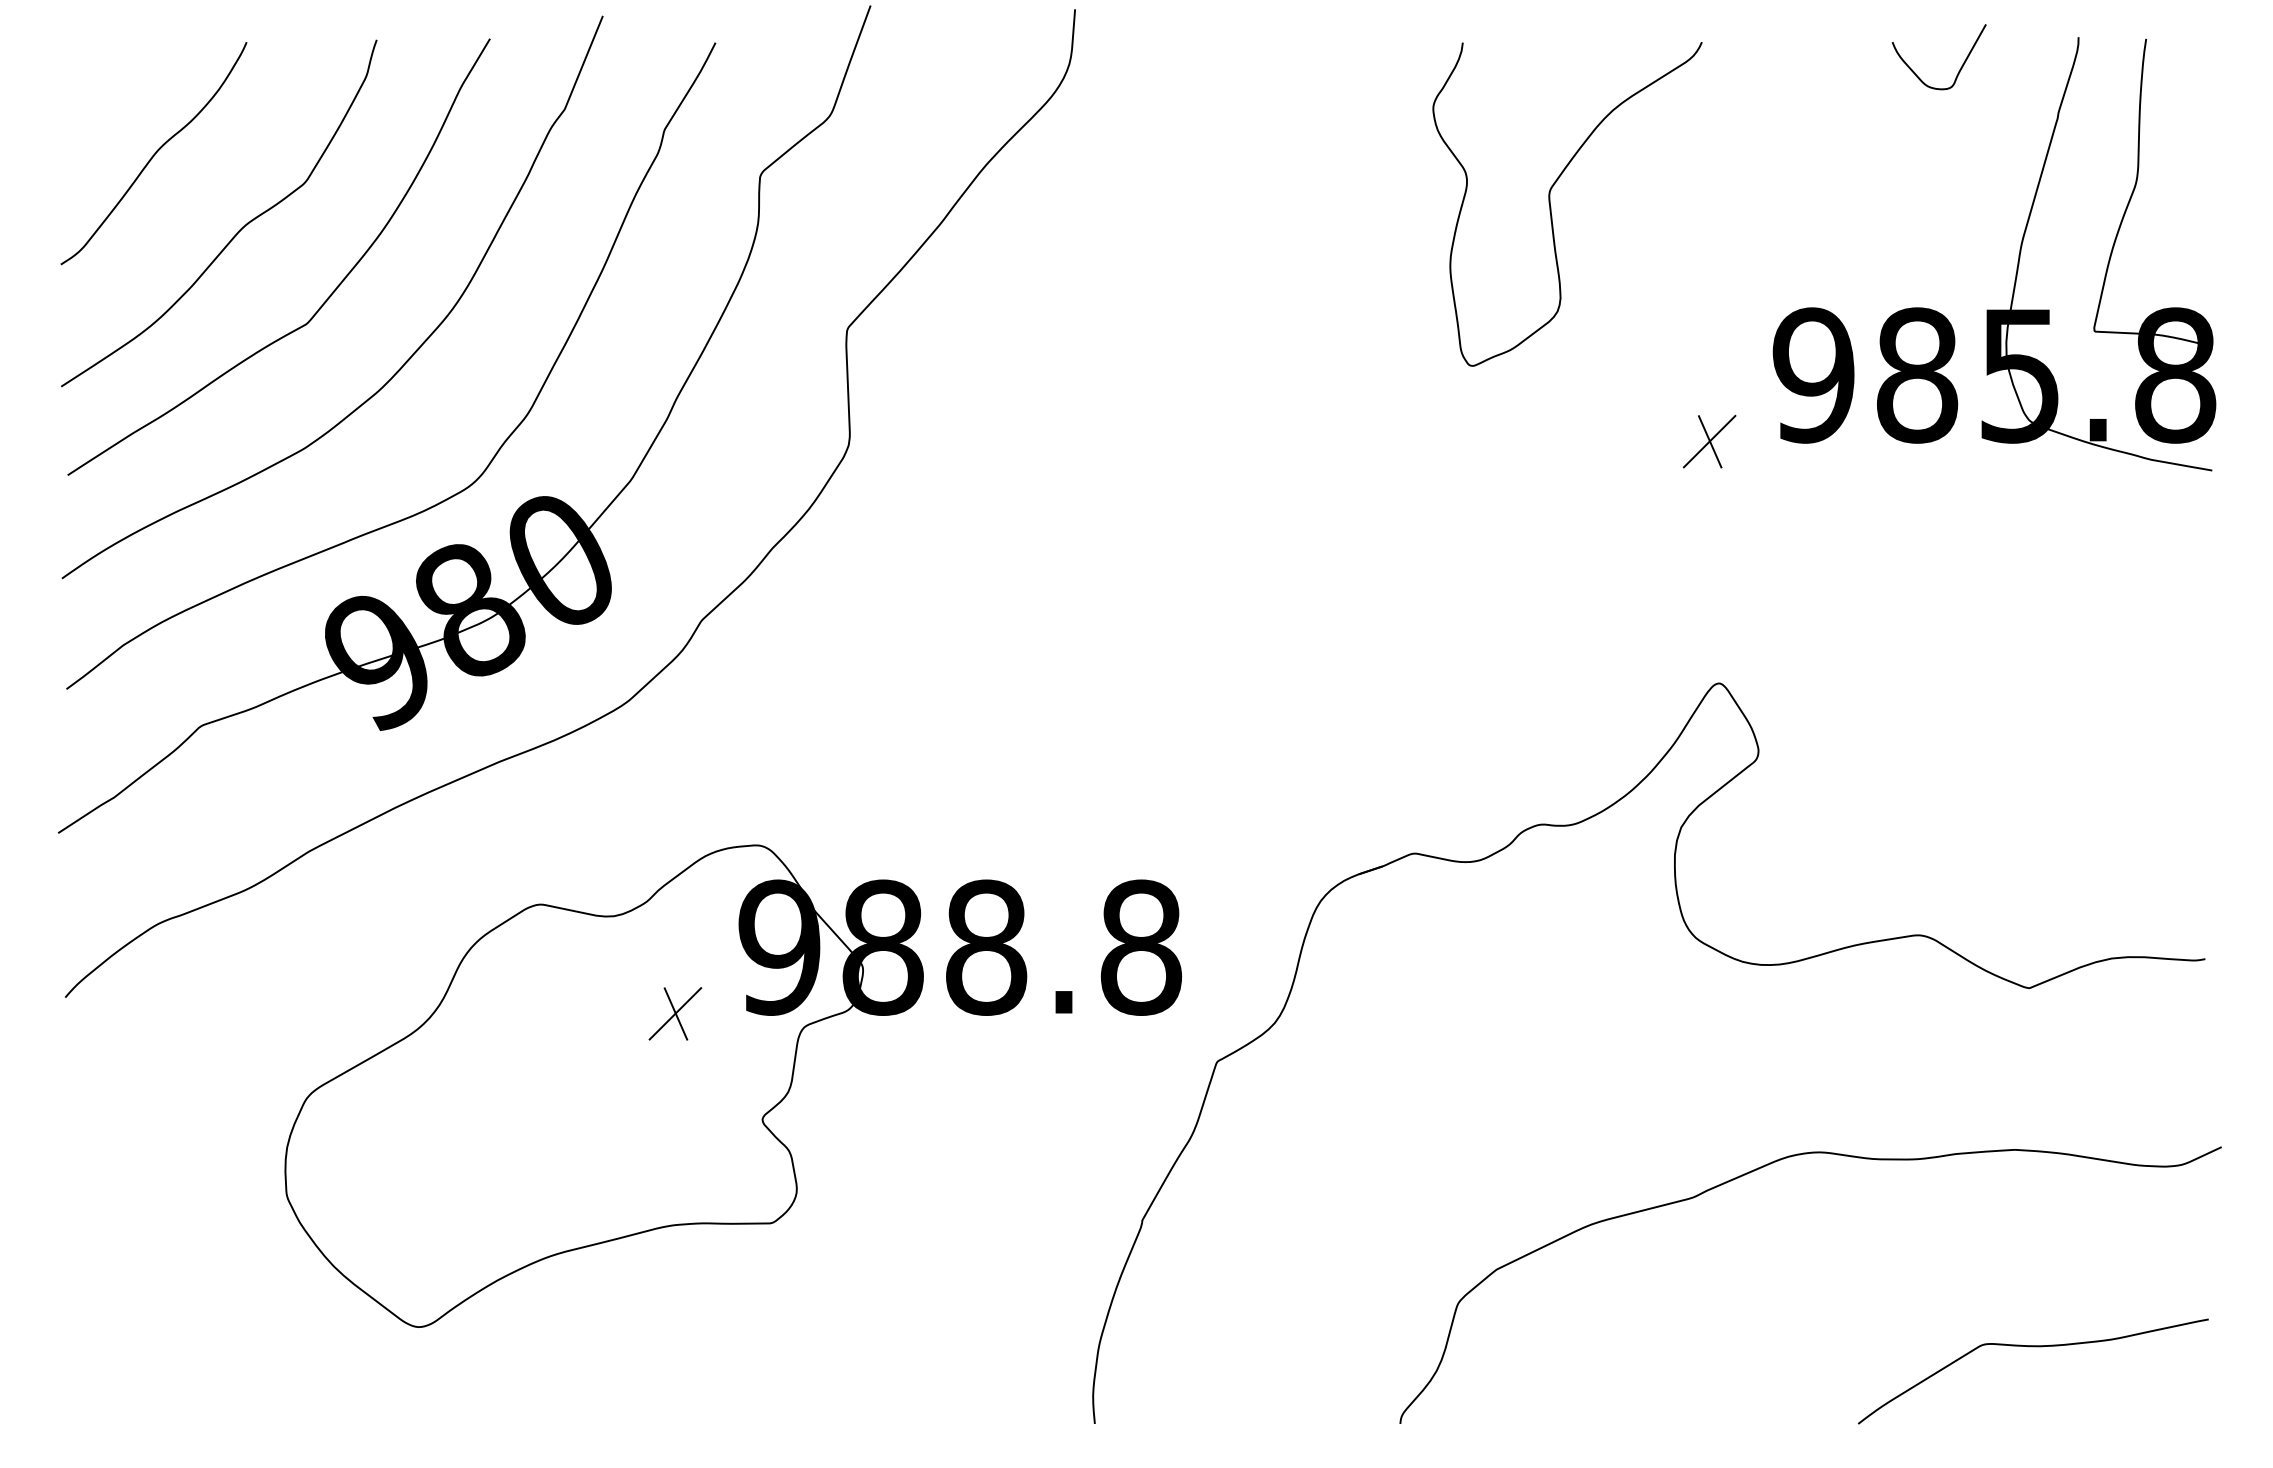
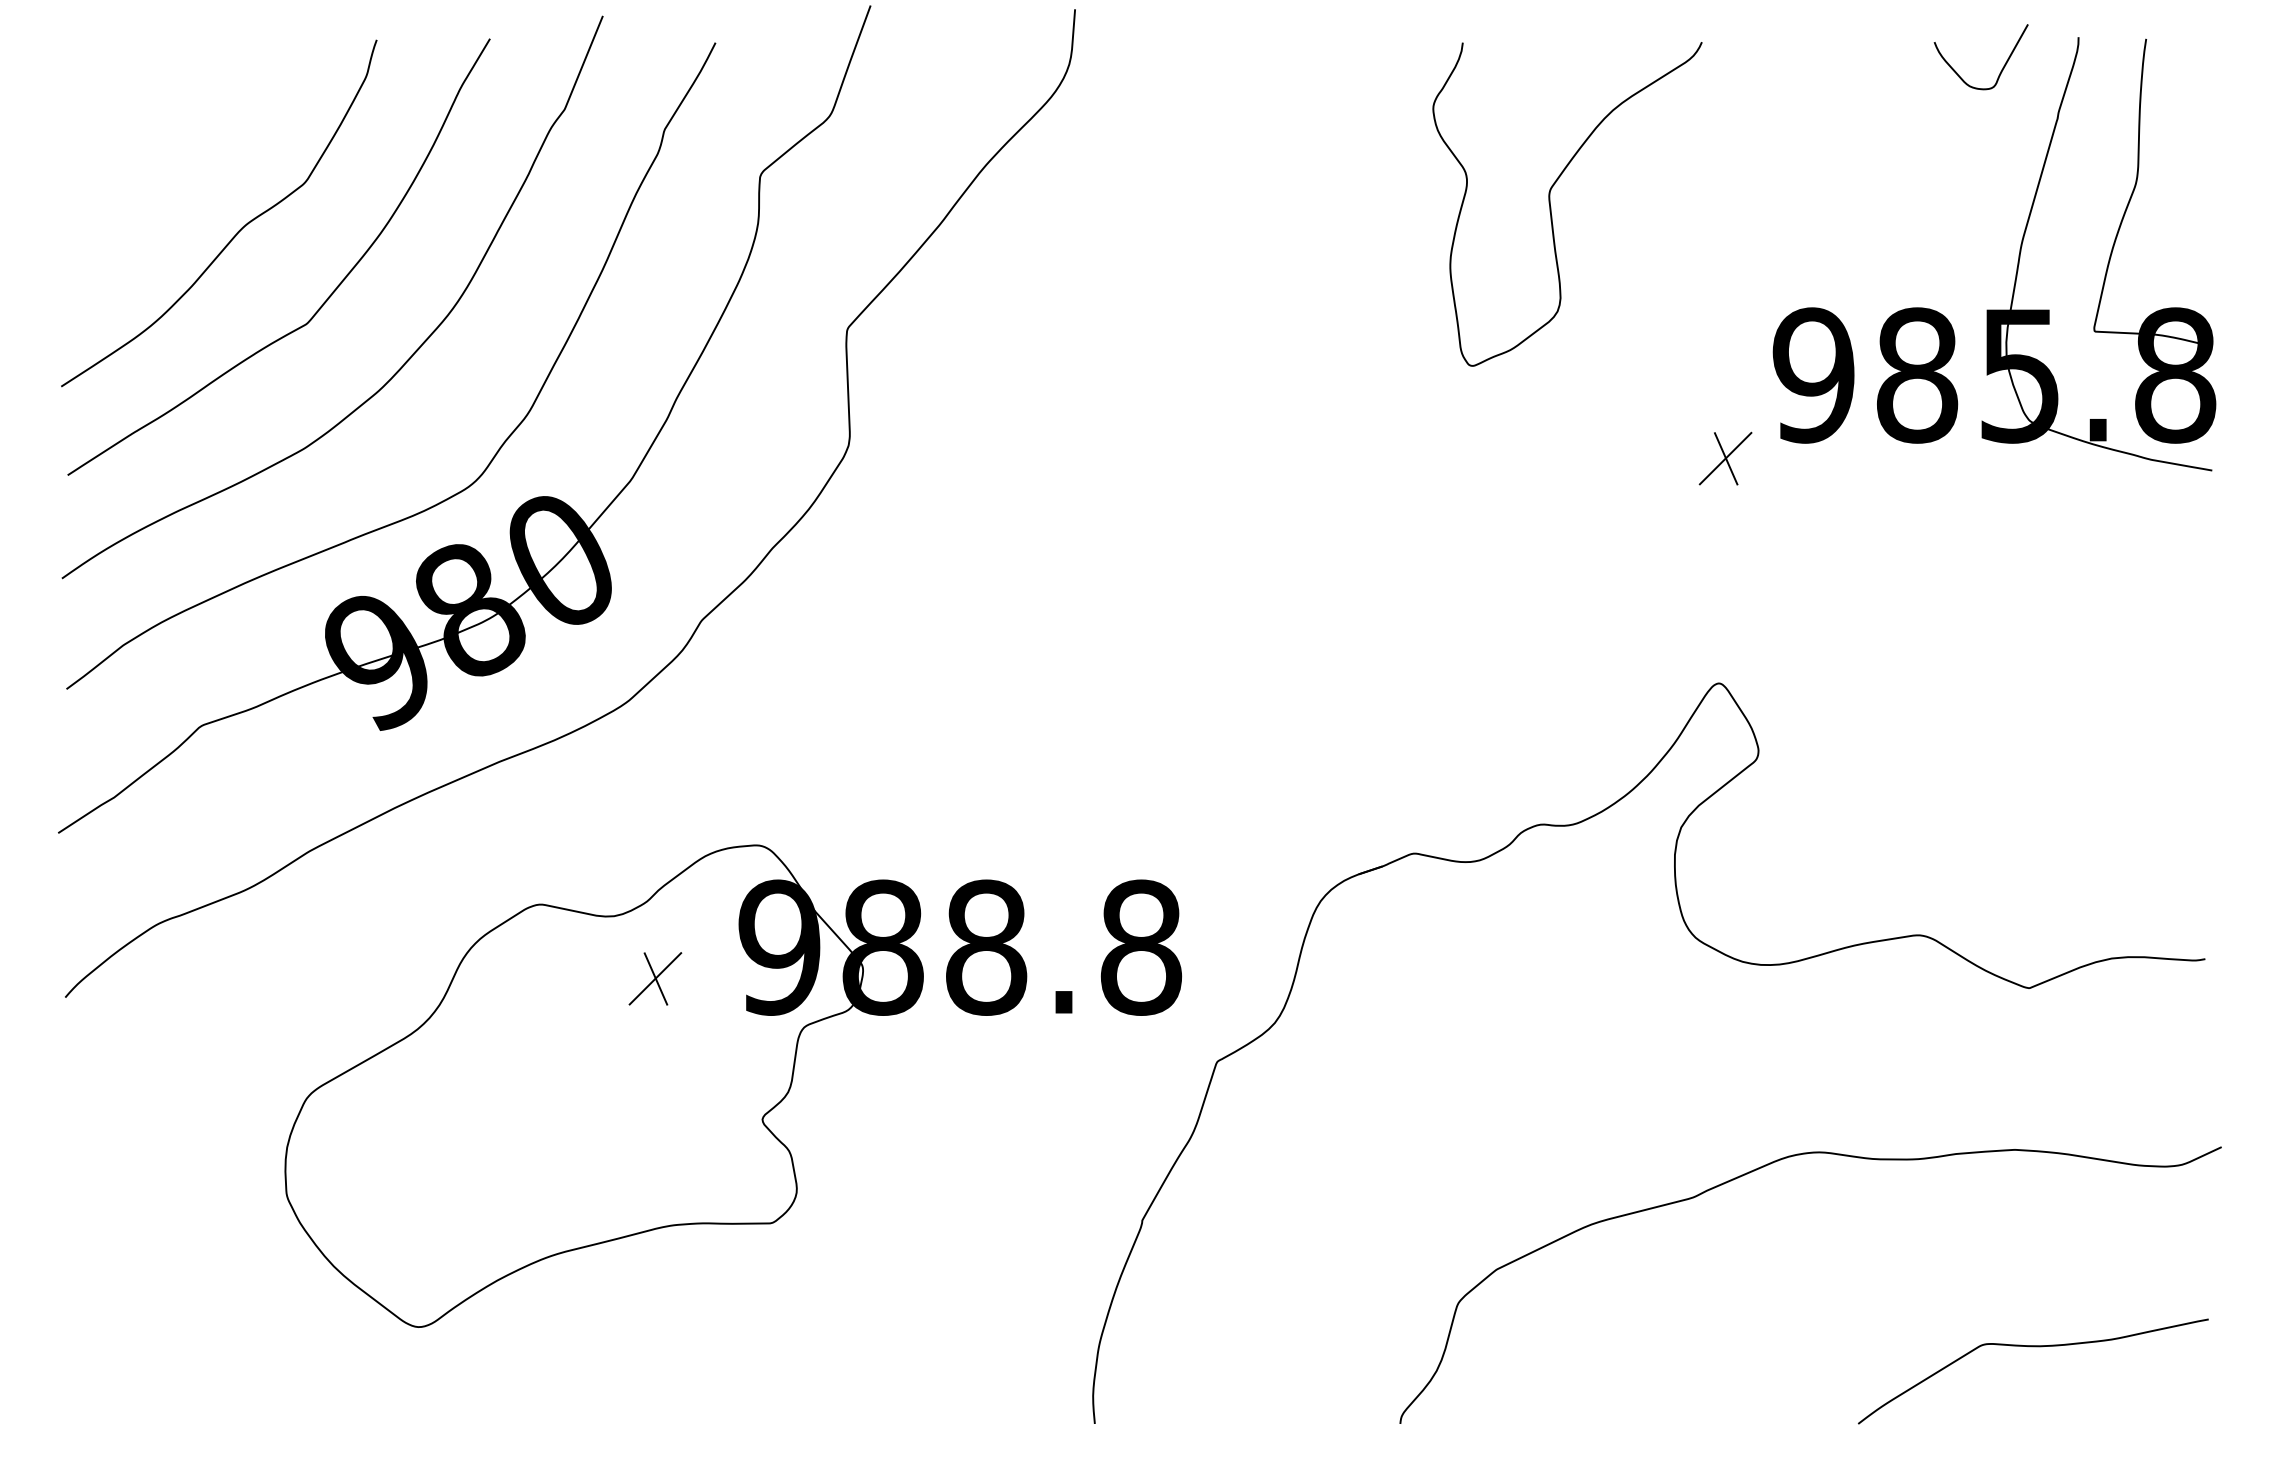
curve at (1960, 67) position: (1960, 67) -> (2002, 67)
curve at (154, 153): present -> none
part at (1709, 441) position: (1709, 441) -> (1725, 458)
part at (675, 1013) position: (675, 1013) -> (655, 978)
